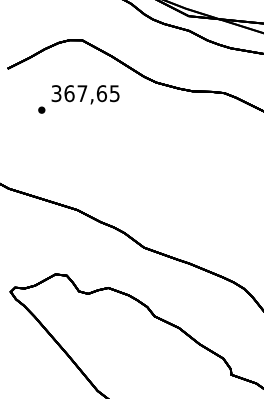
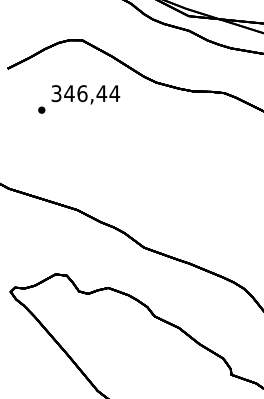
text at (92, 93): 367,65 -> 346,44
